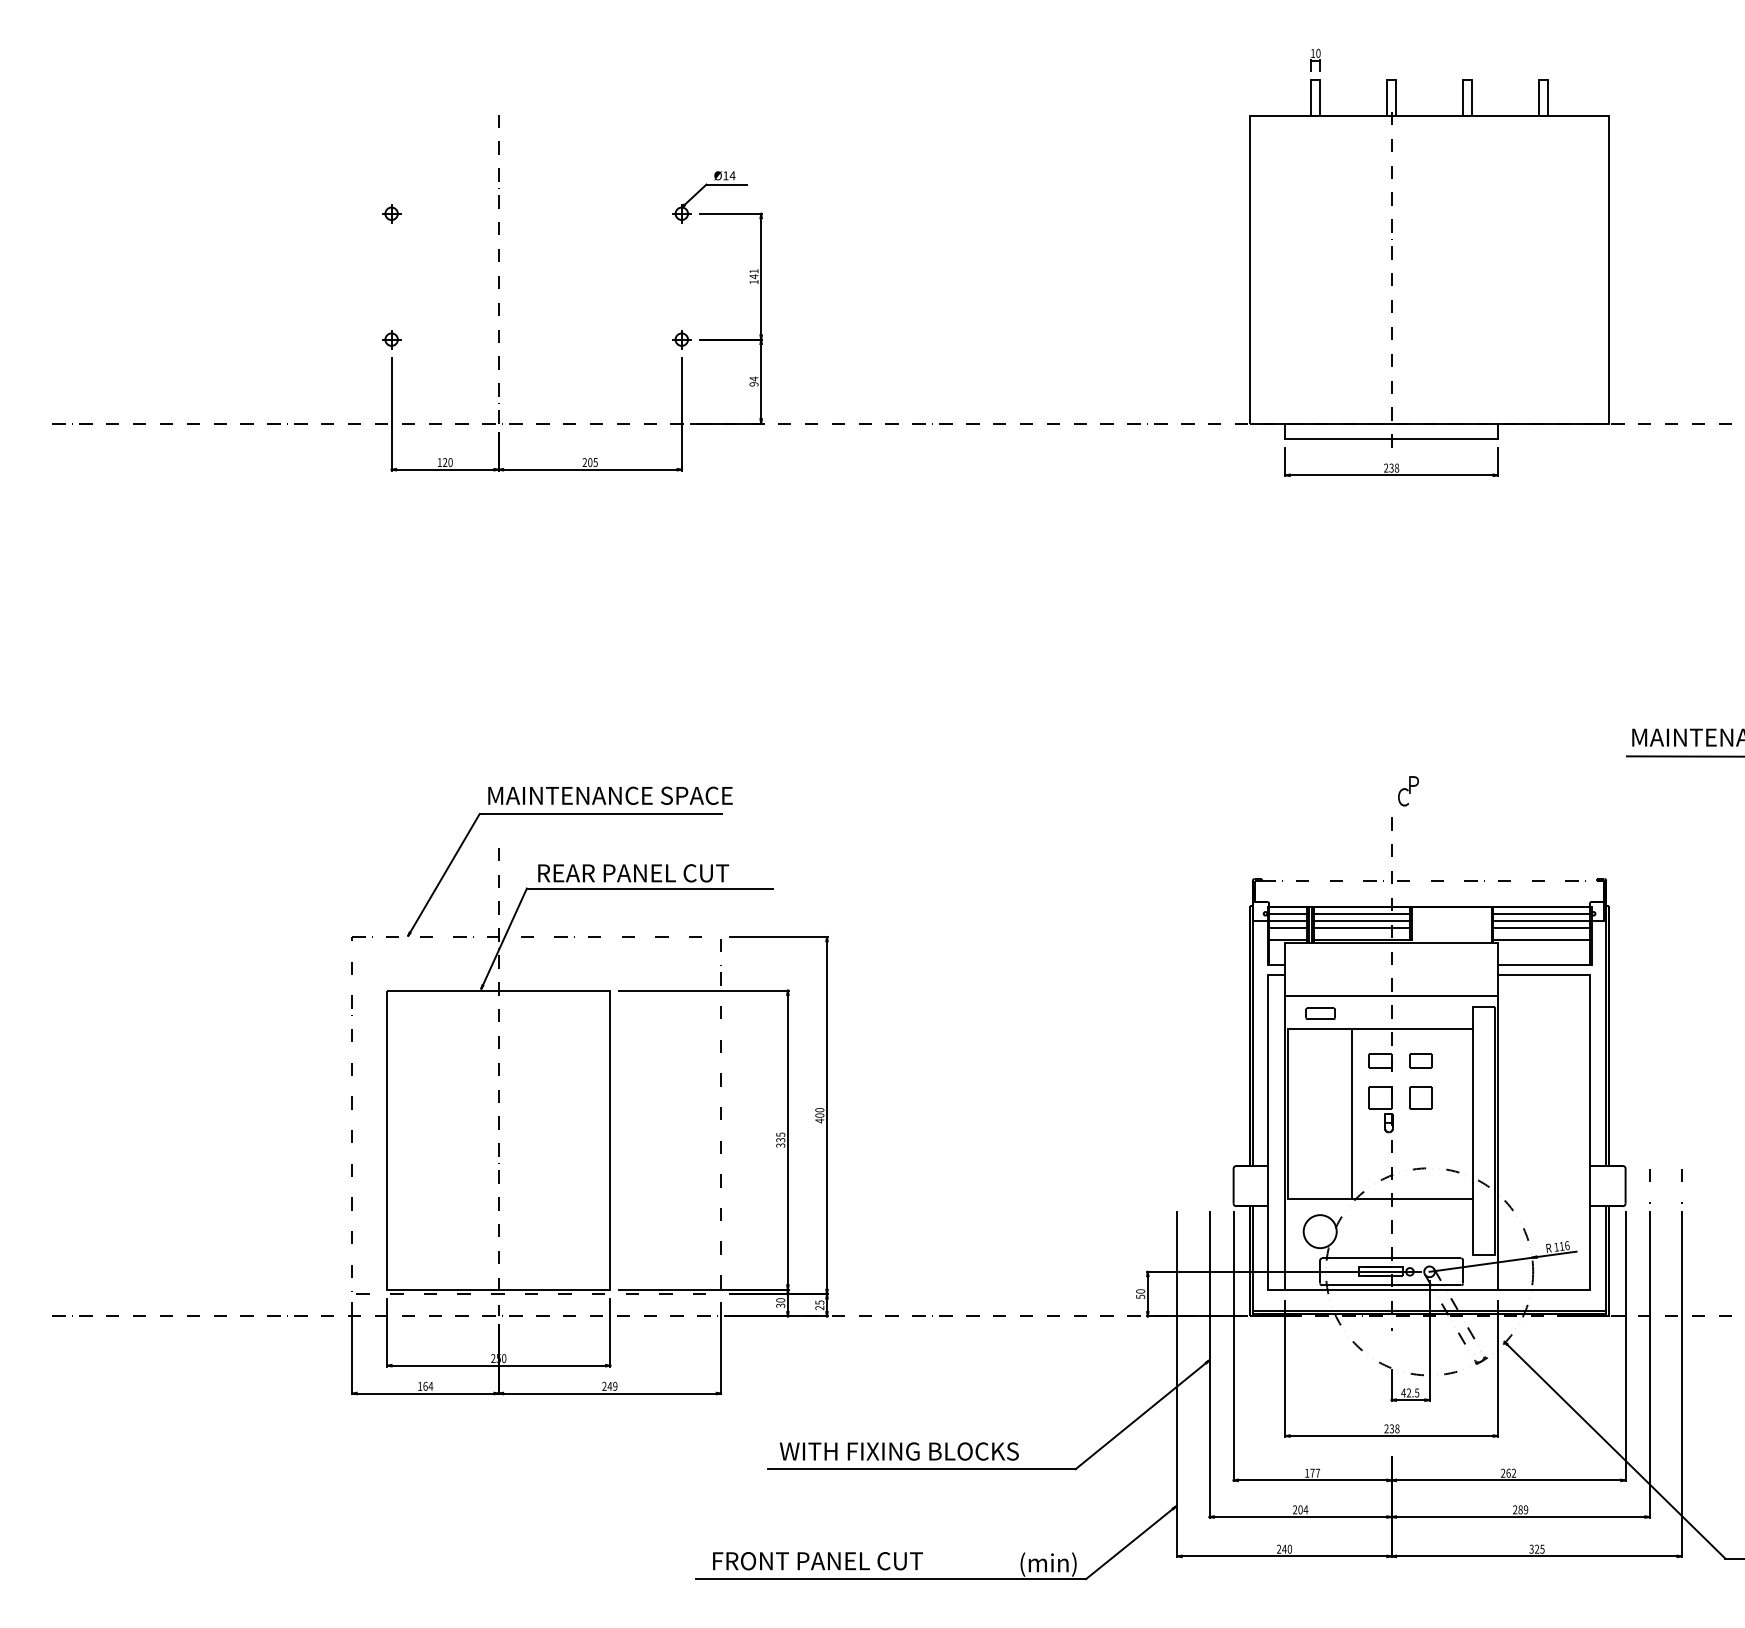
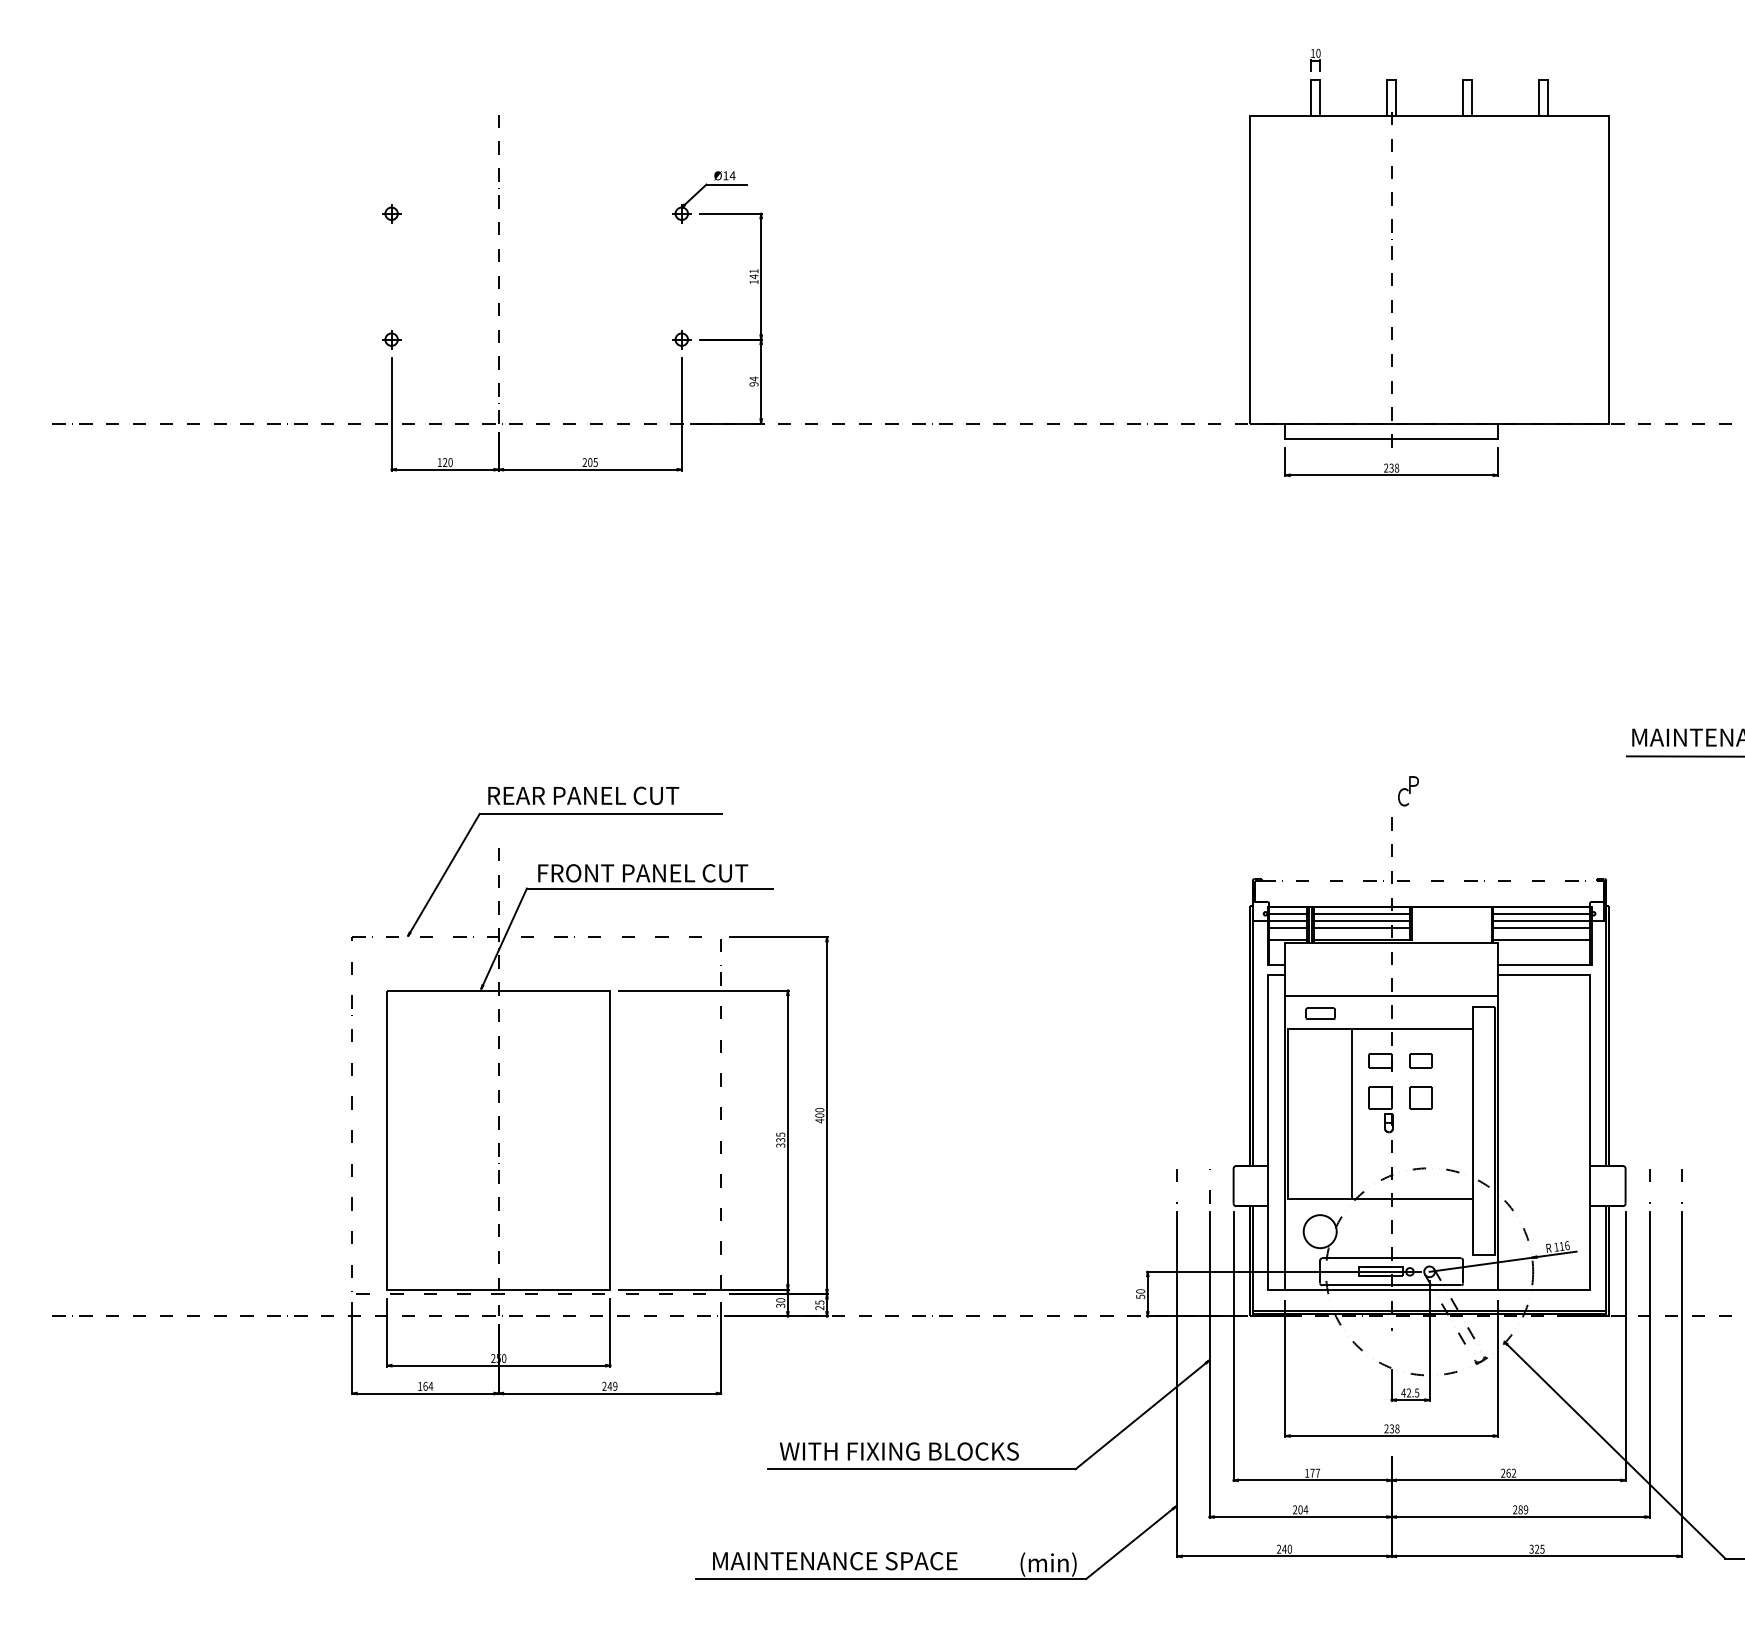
text at (611, 795): MAINTENANCE SPACE -> REAR PANEL CUT
text at (644, 873): REAR PANEL CUT -> FRONT PANEL CUT
line at (1176, 1181): none -> present
line at (1209, 1190): none -> present
text at (835, 1561): FRONT PANEL CUT -> MAINTENANCE SPACE
